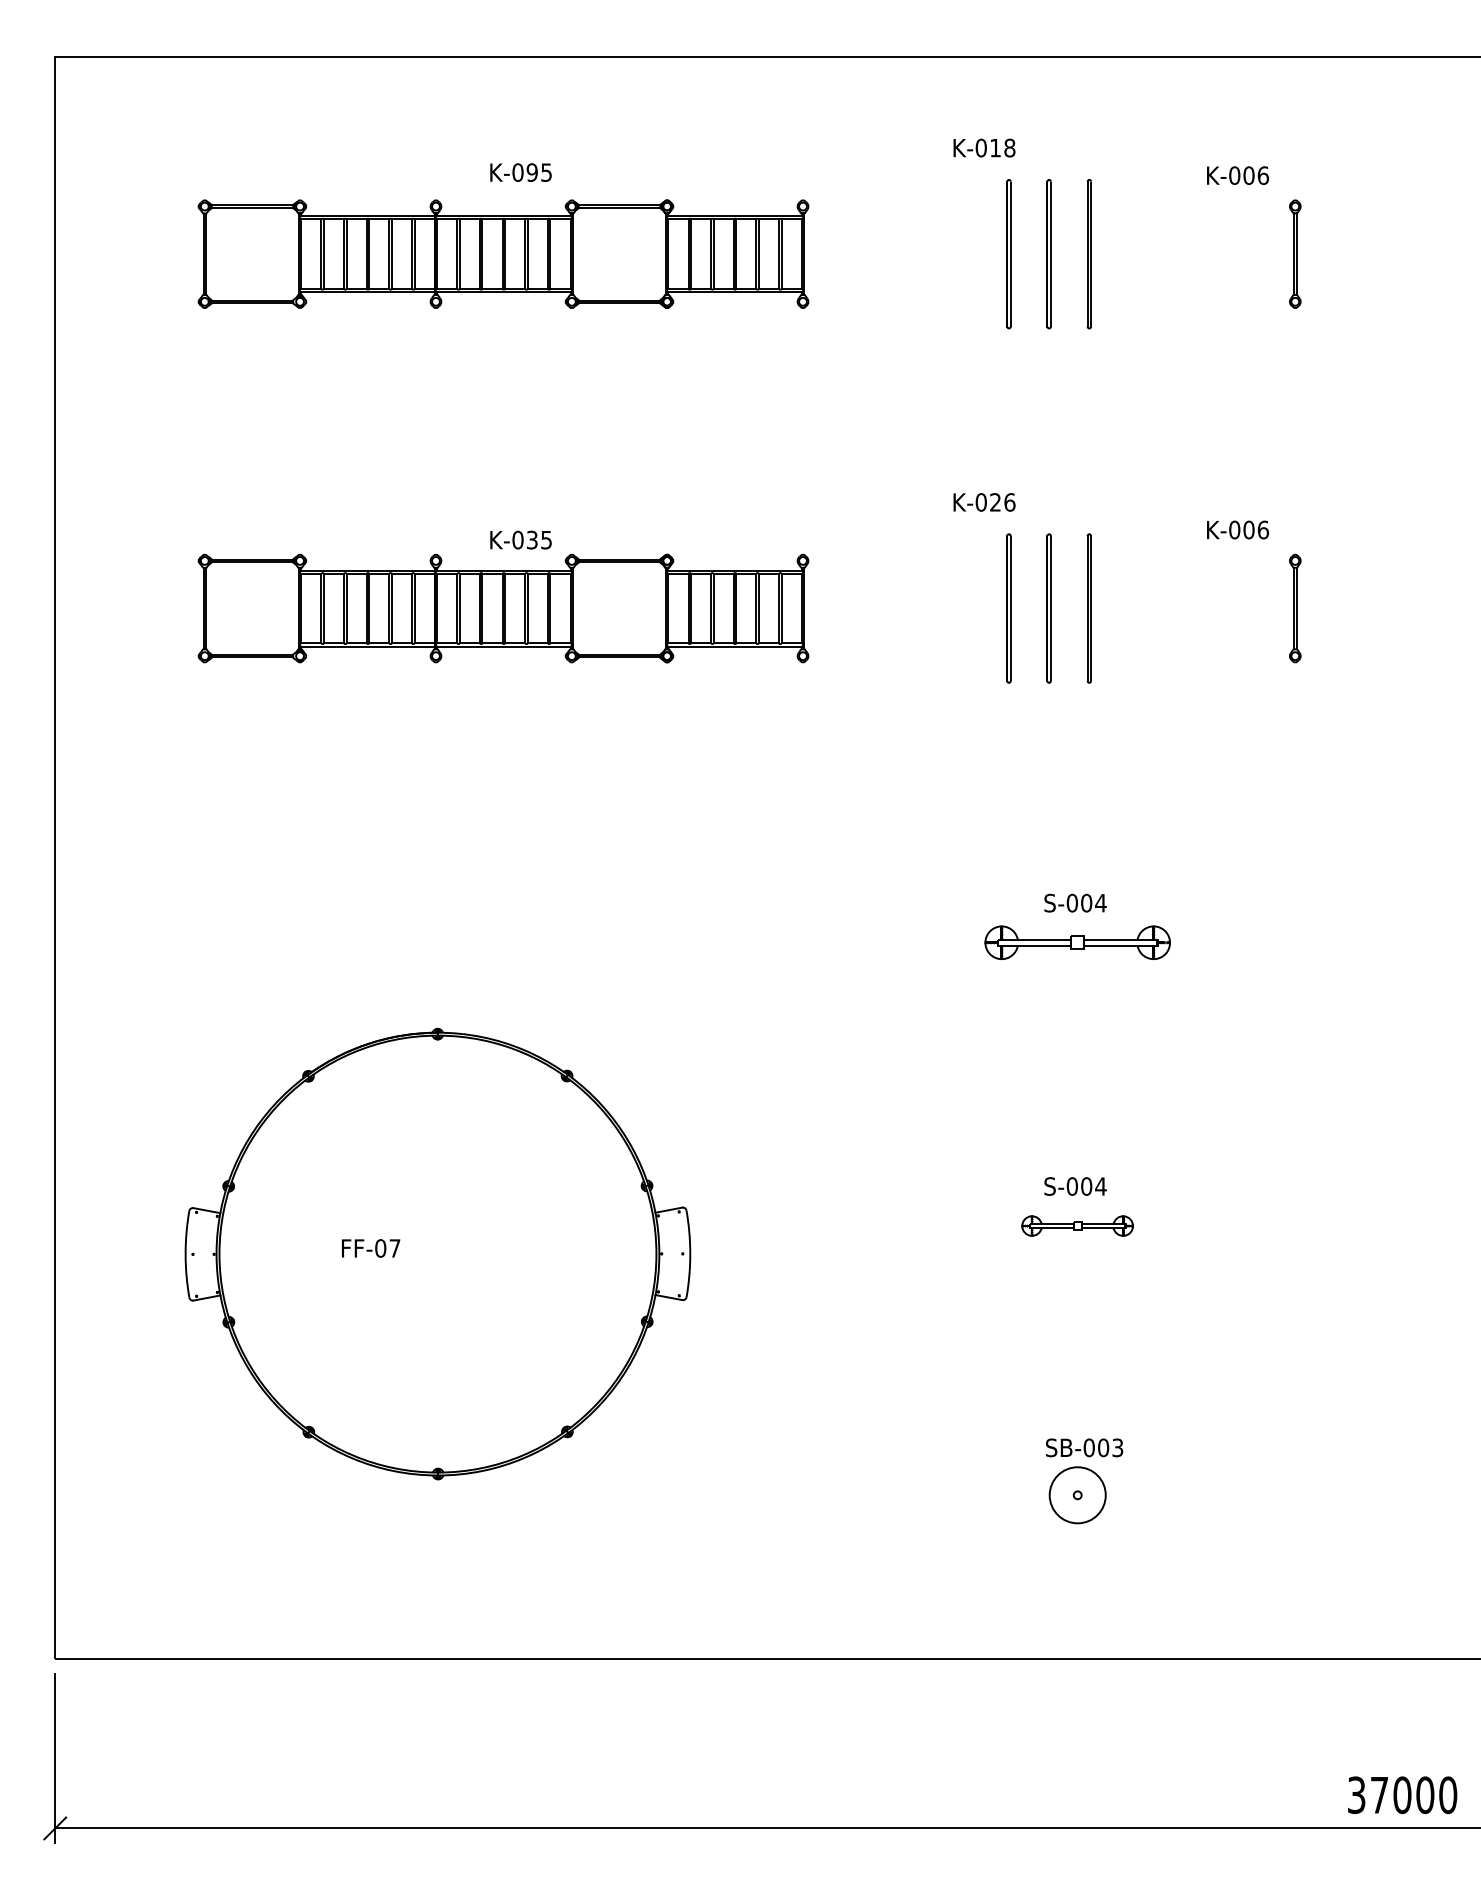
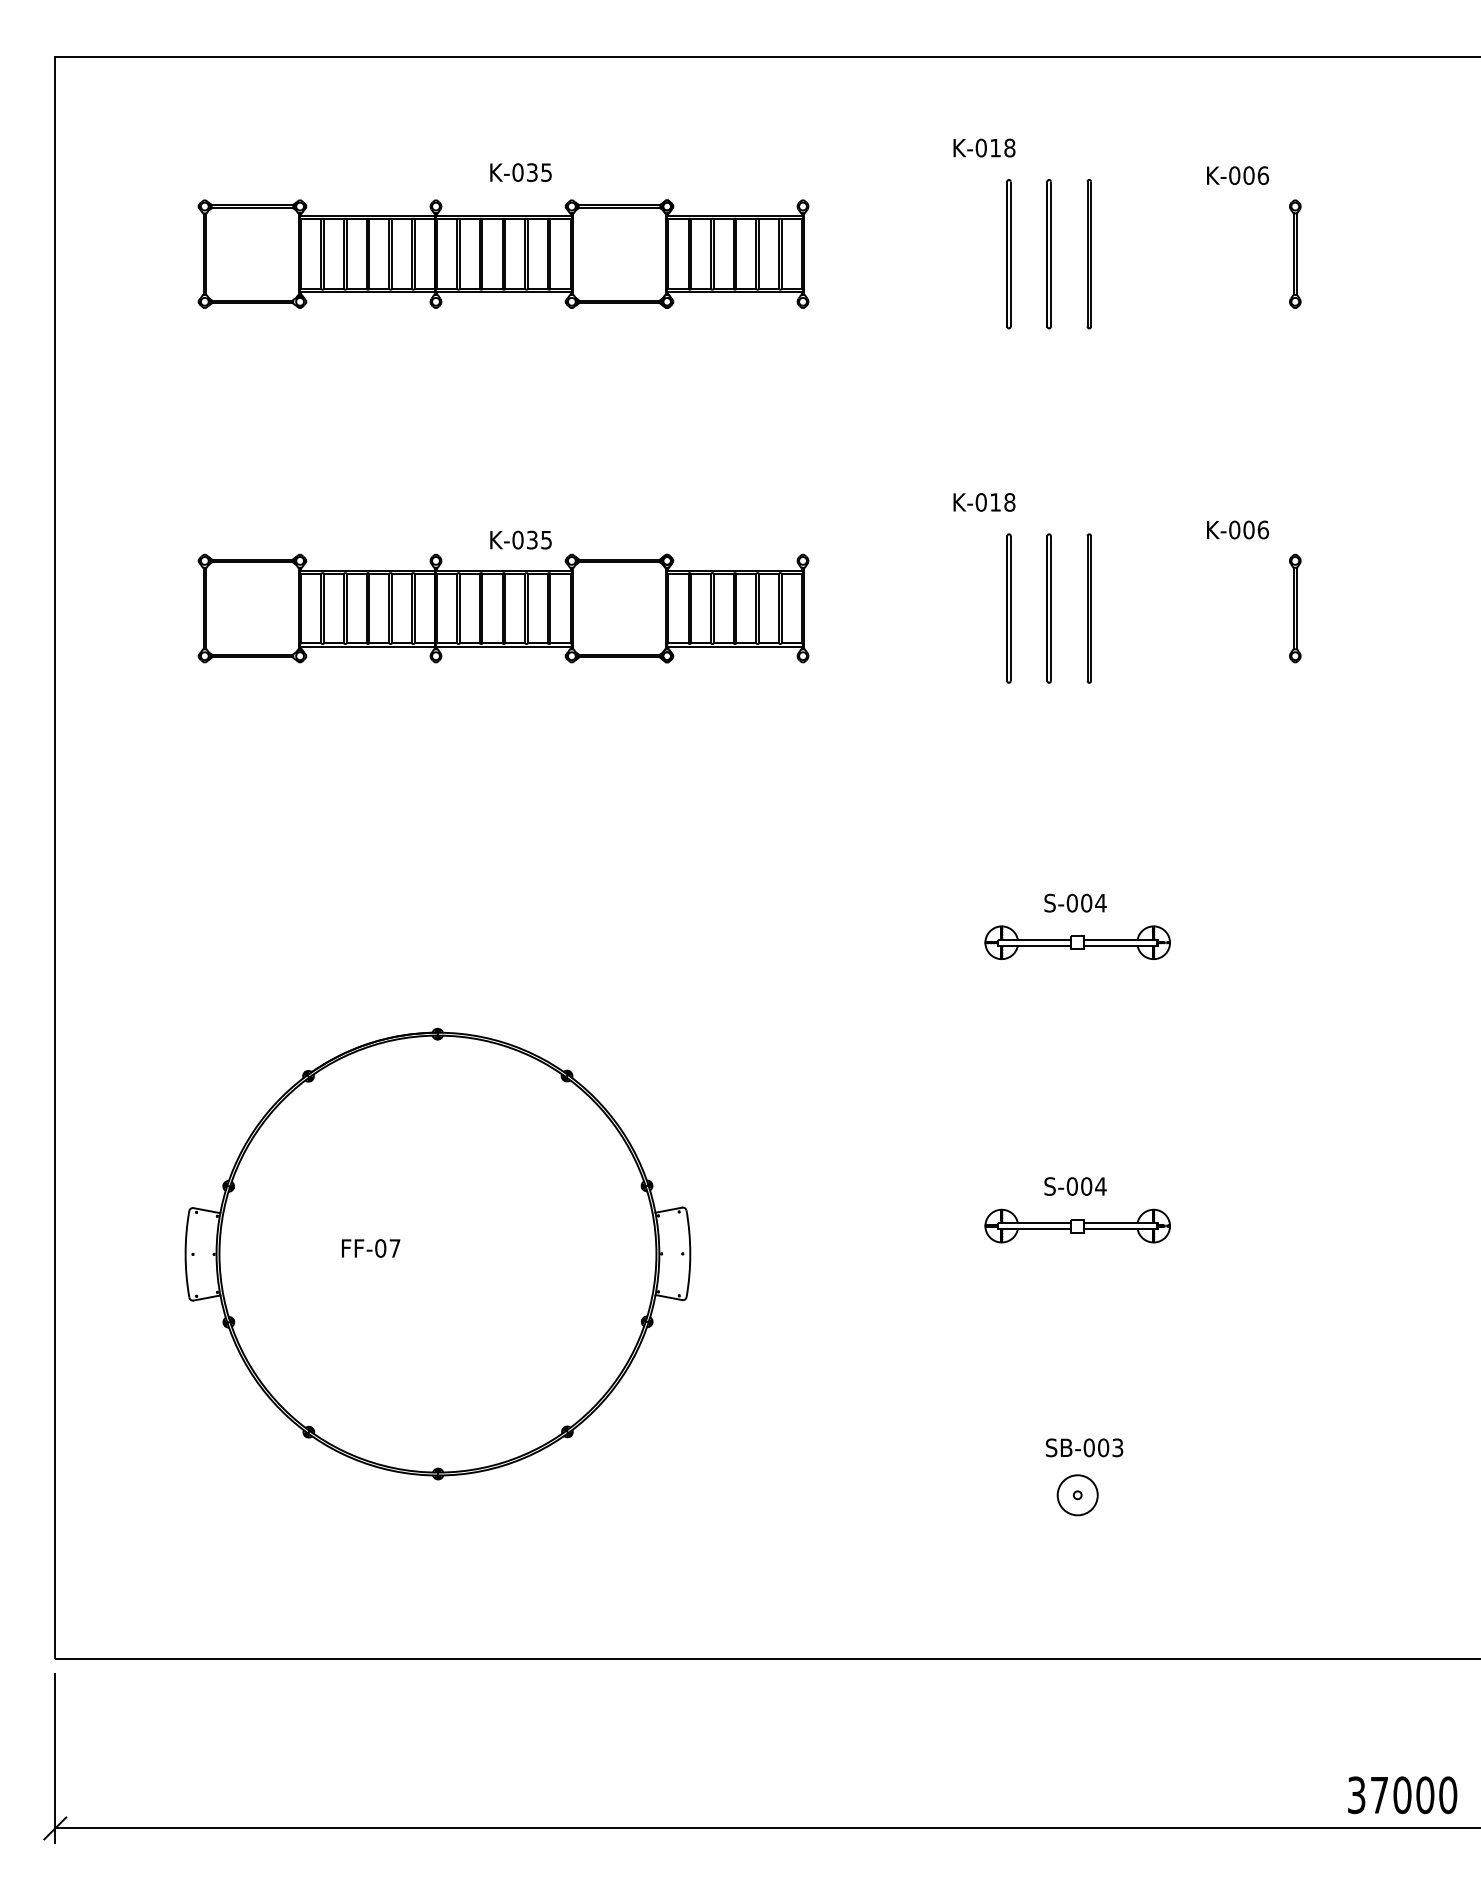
text at (531, 172): K-095 -> K-035
text at (1002, 502): K-026 -> K-018
part at (1077, 1225) size: 113x22 px -> 187x36 px
circle at (1077, 1495) diameter: 56 px -> 40 px
